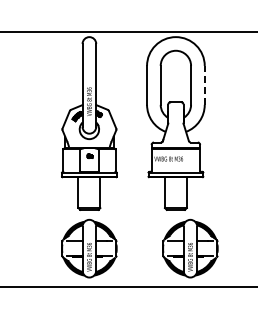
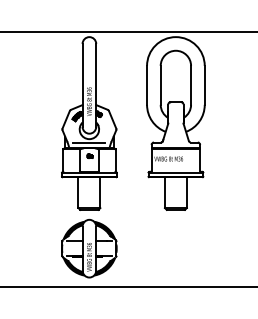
line at (204, 84): dashed -> solid
line at (89, 142): none -> present
part at (190, 248): present -> none
